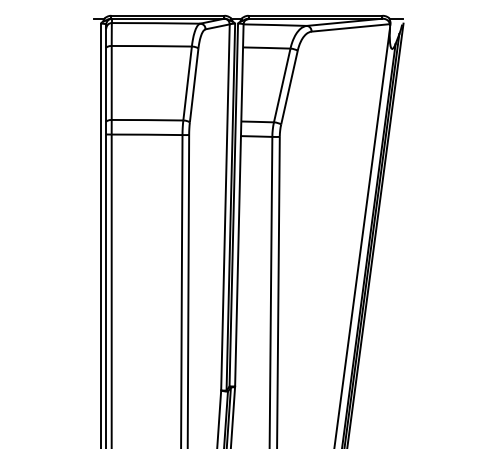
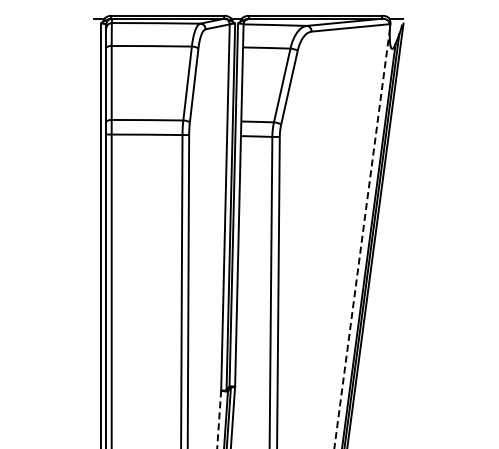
line at (362, 238): solid -> dashed
line at (219, 419): solid -> dashed
